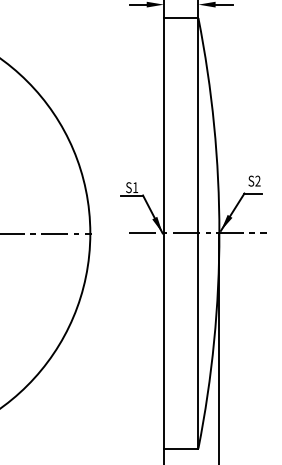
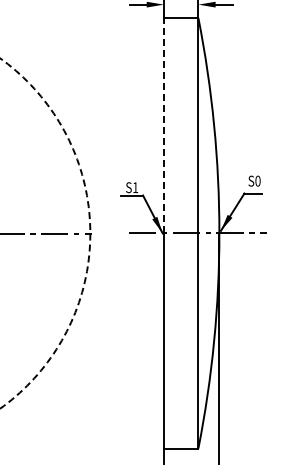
line at (163, 125): solid -> dashed
text at (257, 181): S2 -> S0
circle at (45, 233): solid -> dashed
